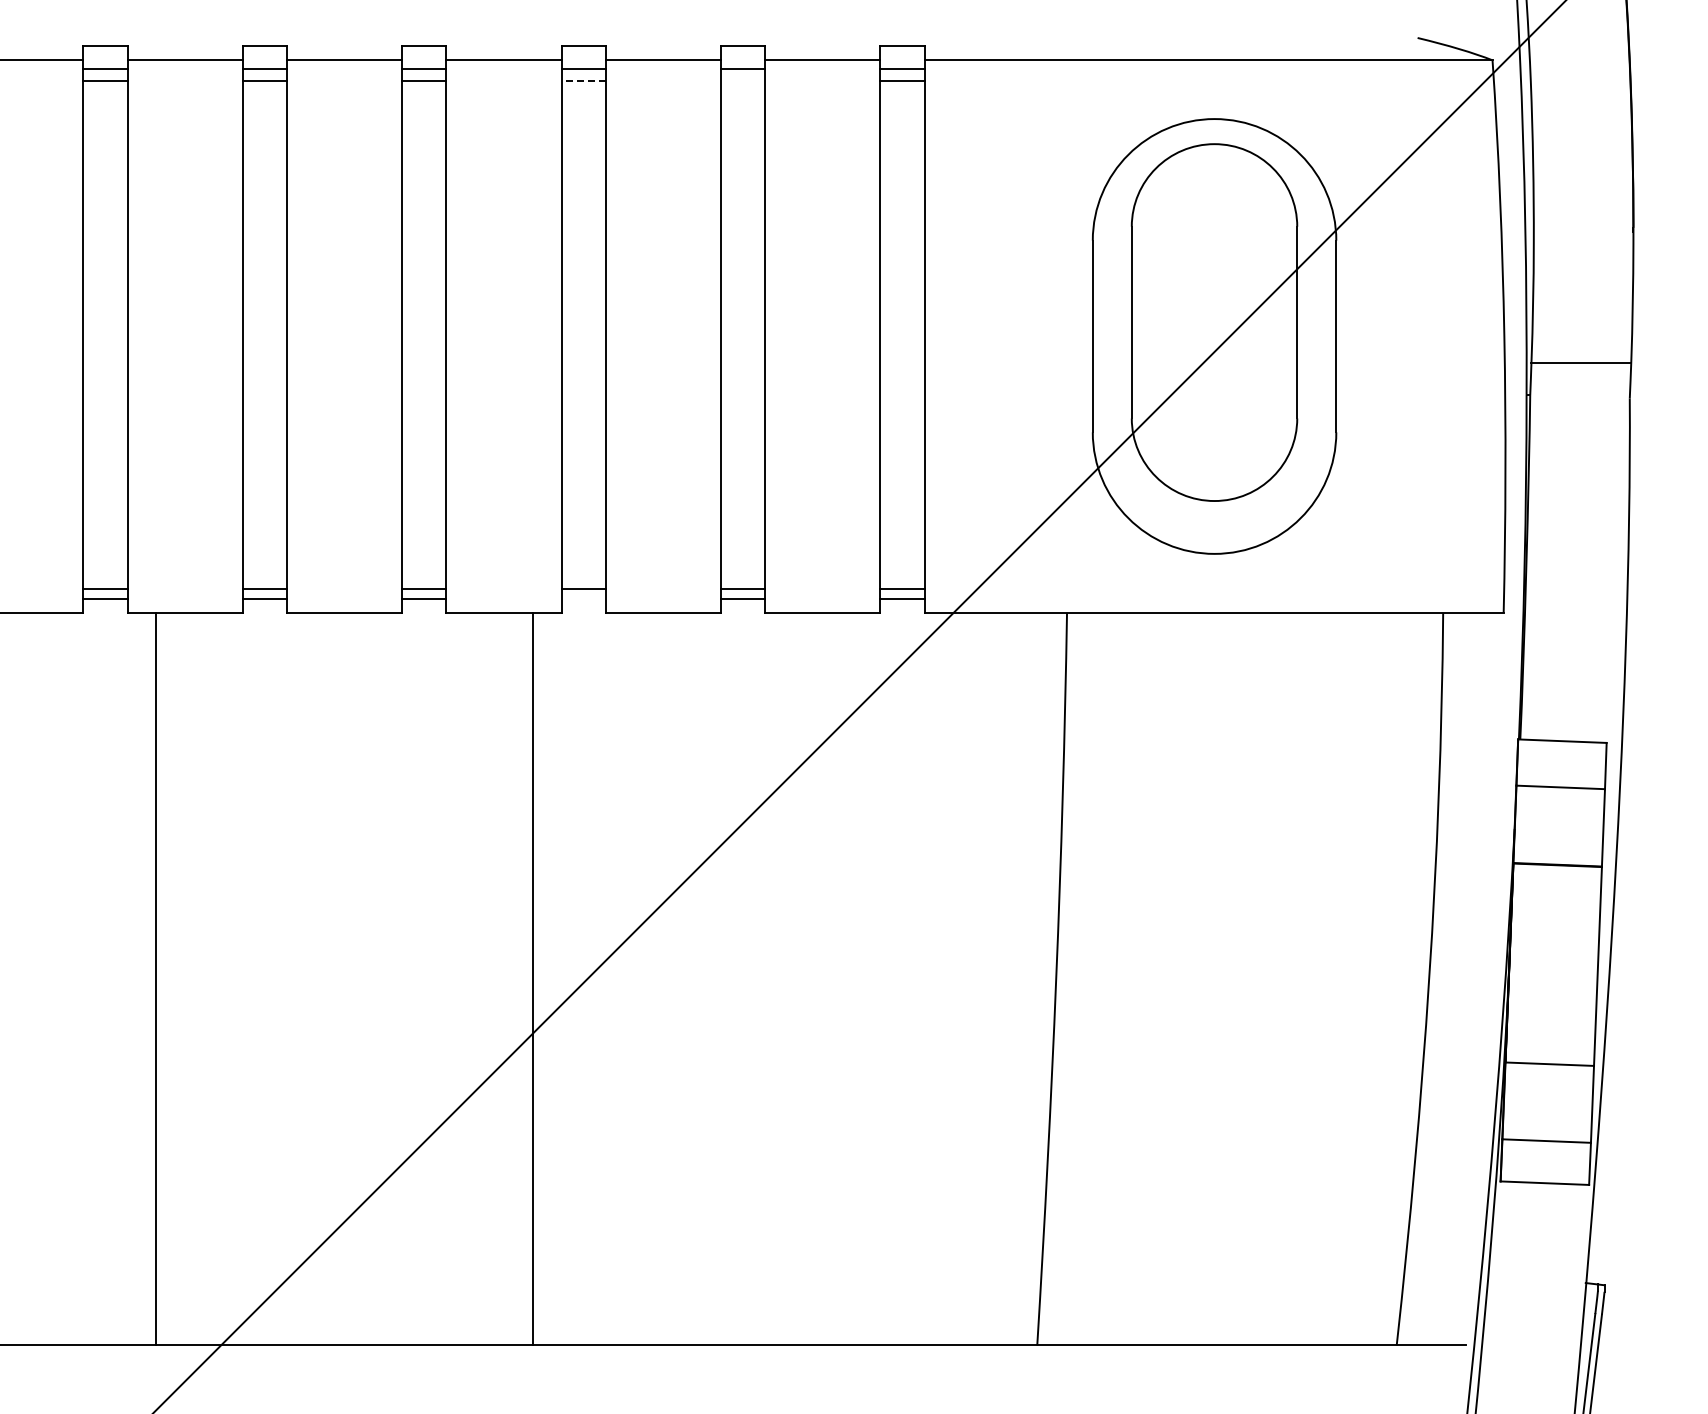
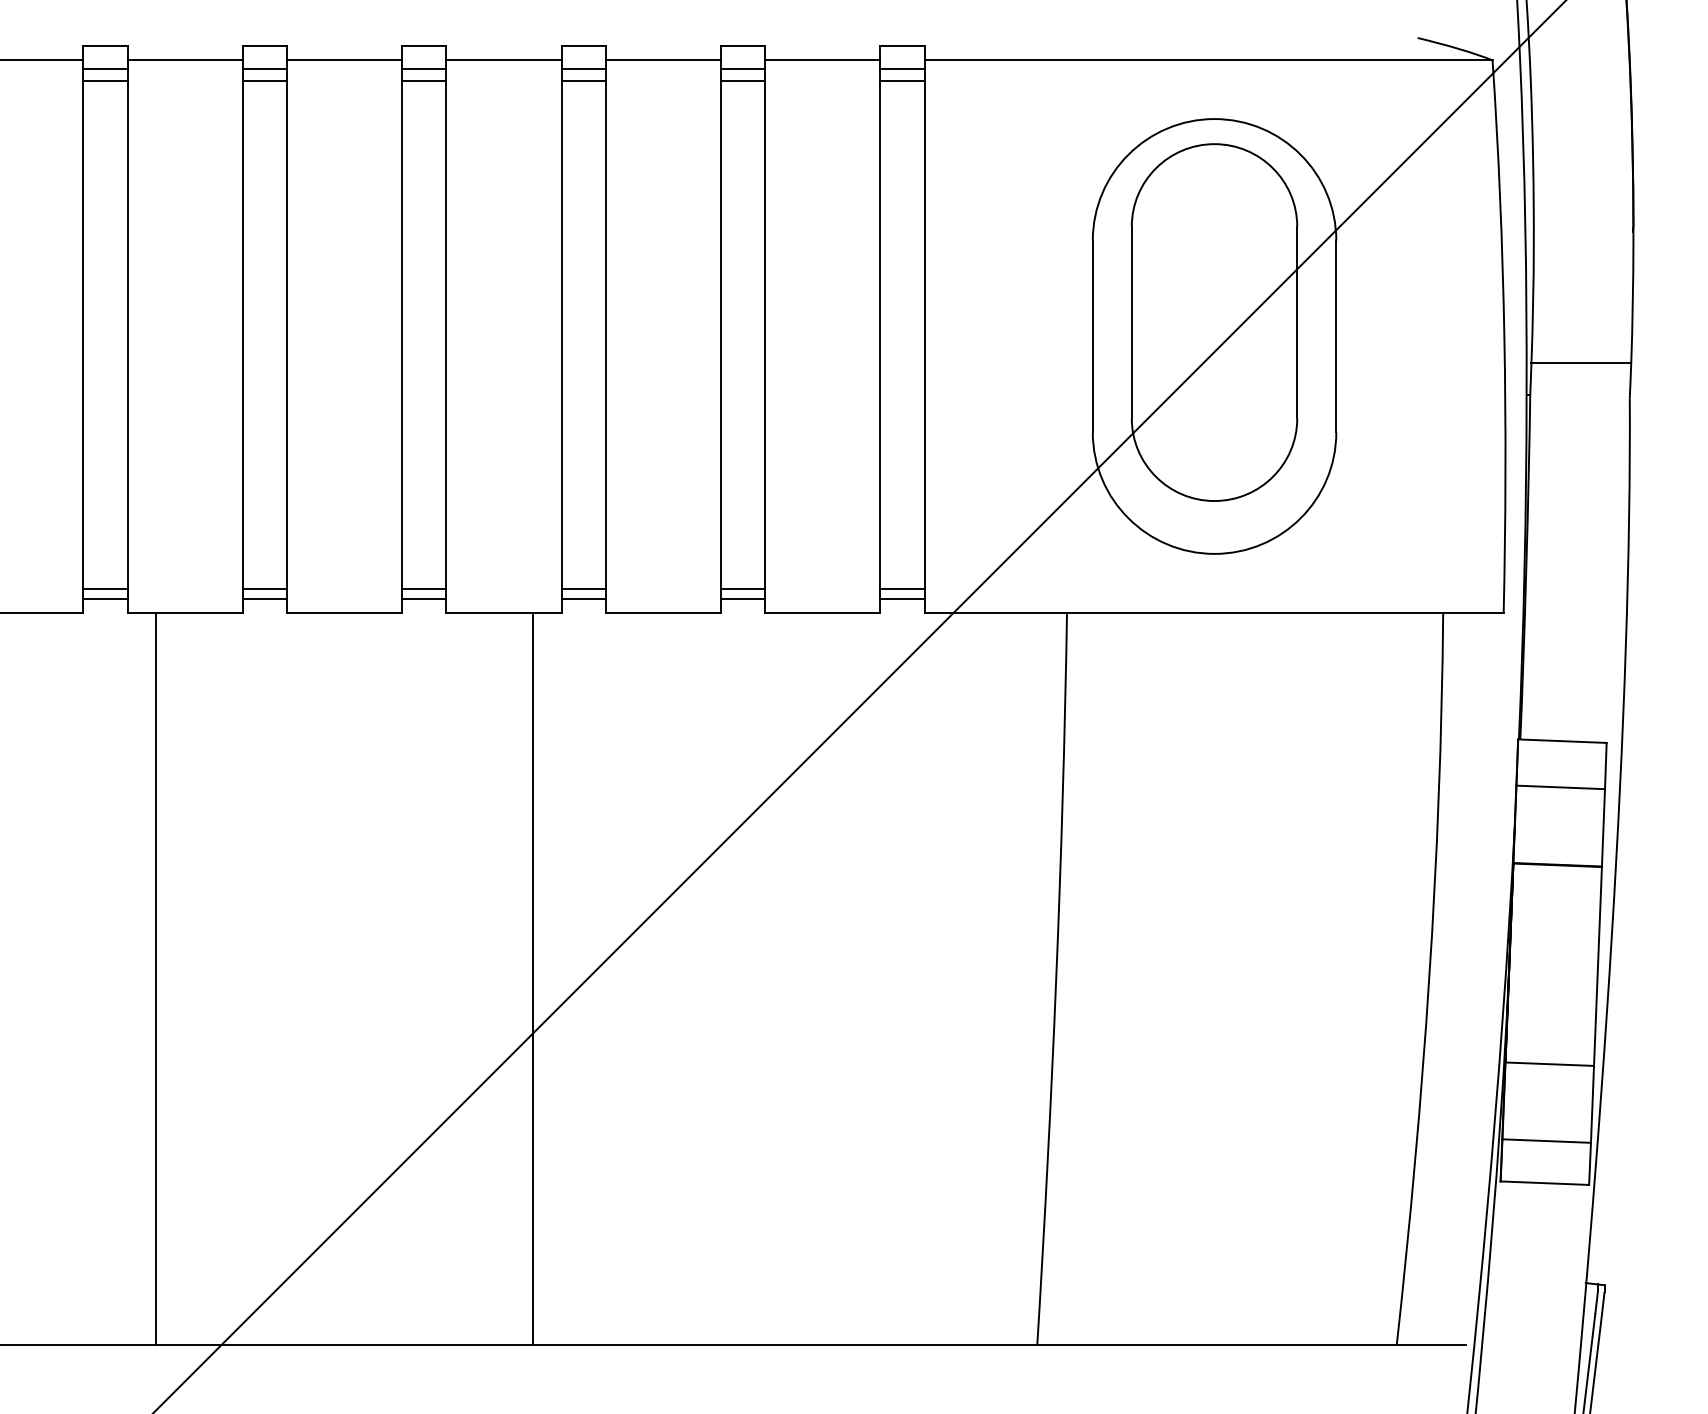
line at (583, 81): dashed -> solid
line at (742, 81): none -> present
line at (583, 598): none -> present
